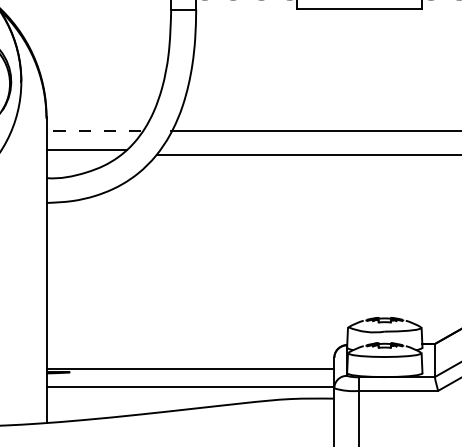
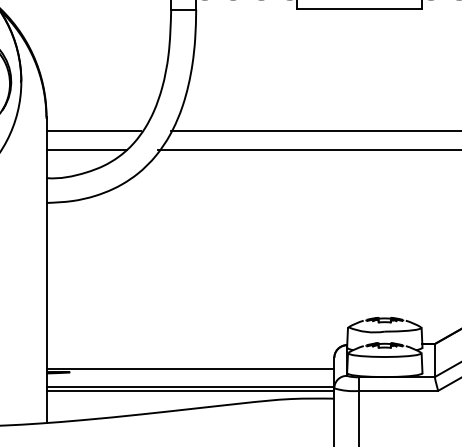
line at (93, 130): dashed -> solid
line at (308, 155) position: (308, 155) -> (308, 150)
line at (190, 391): none -> present
